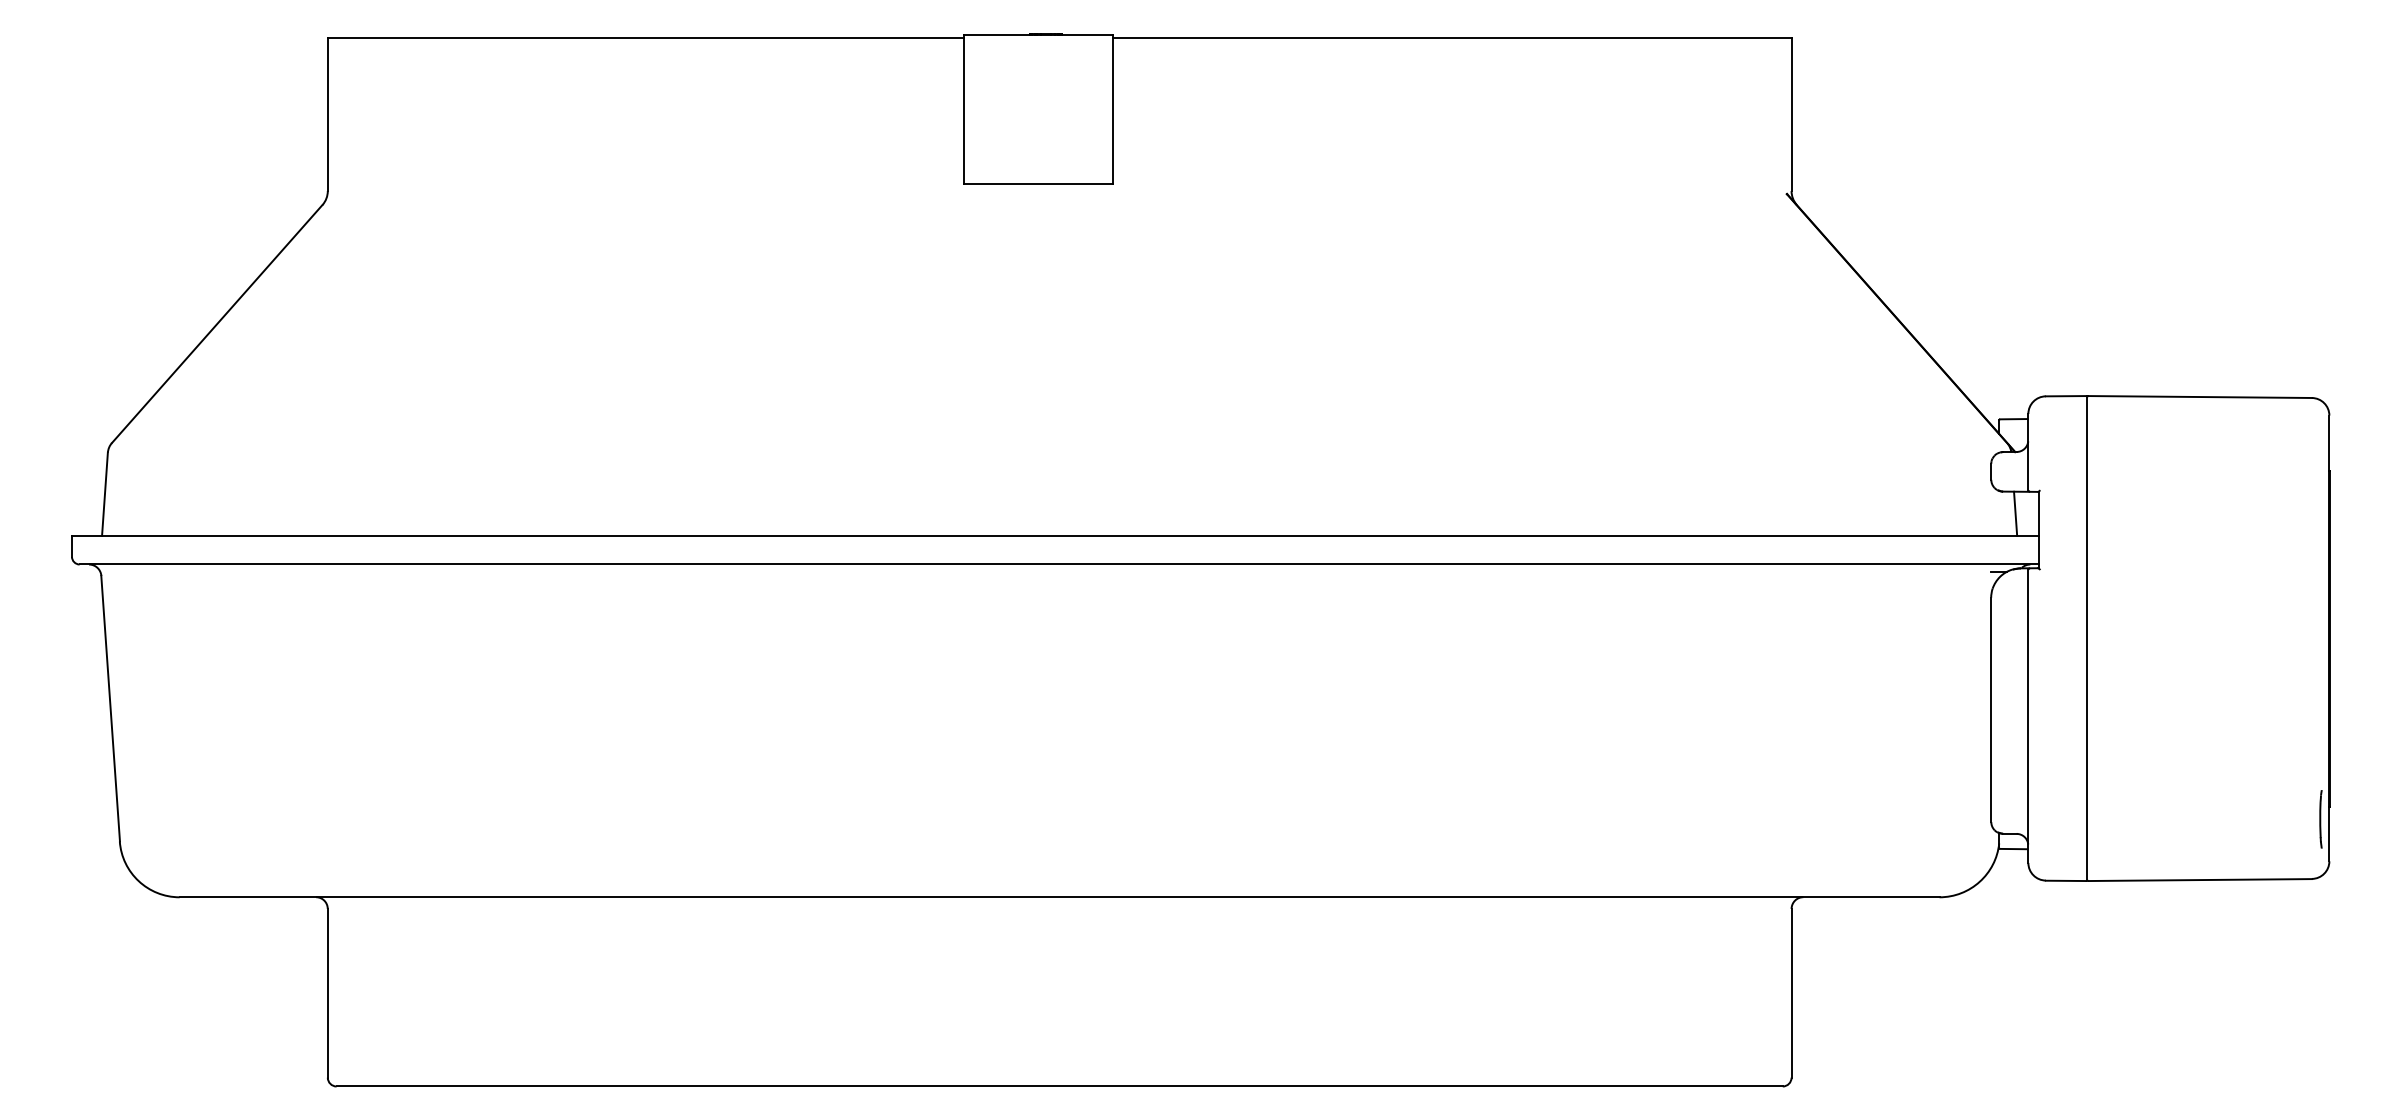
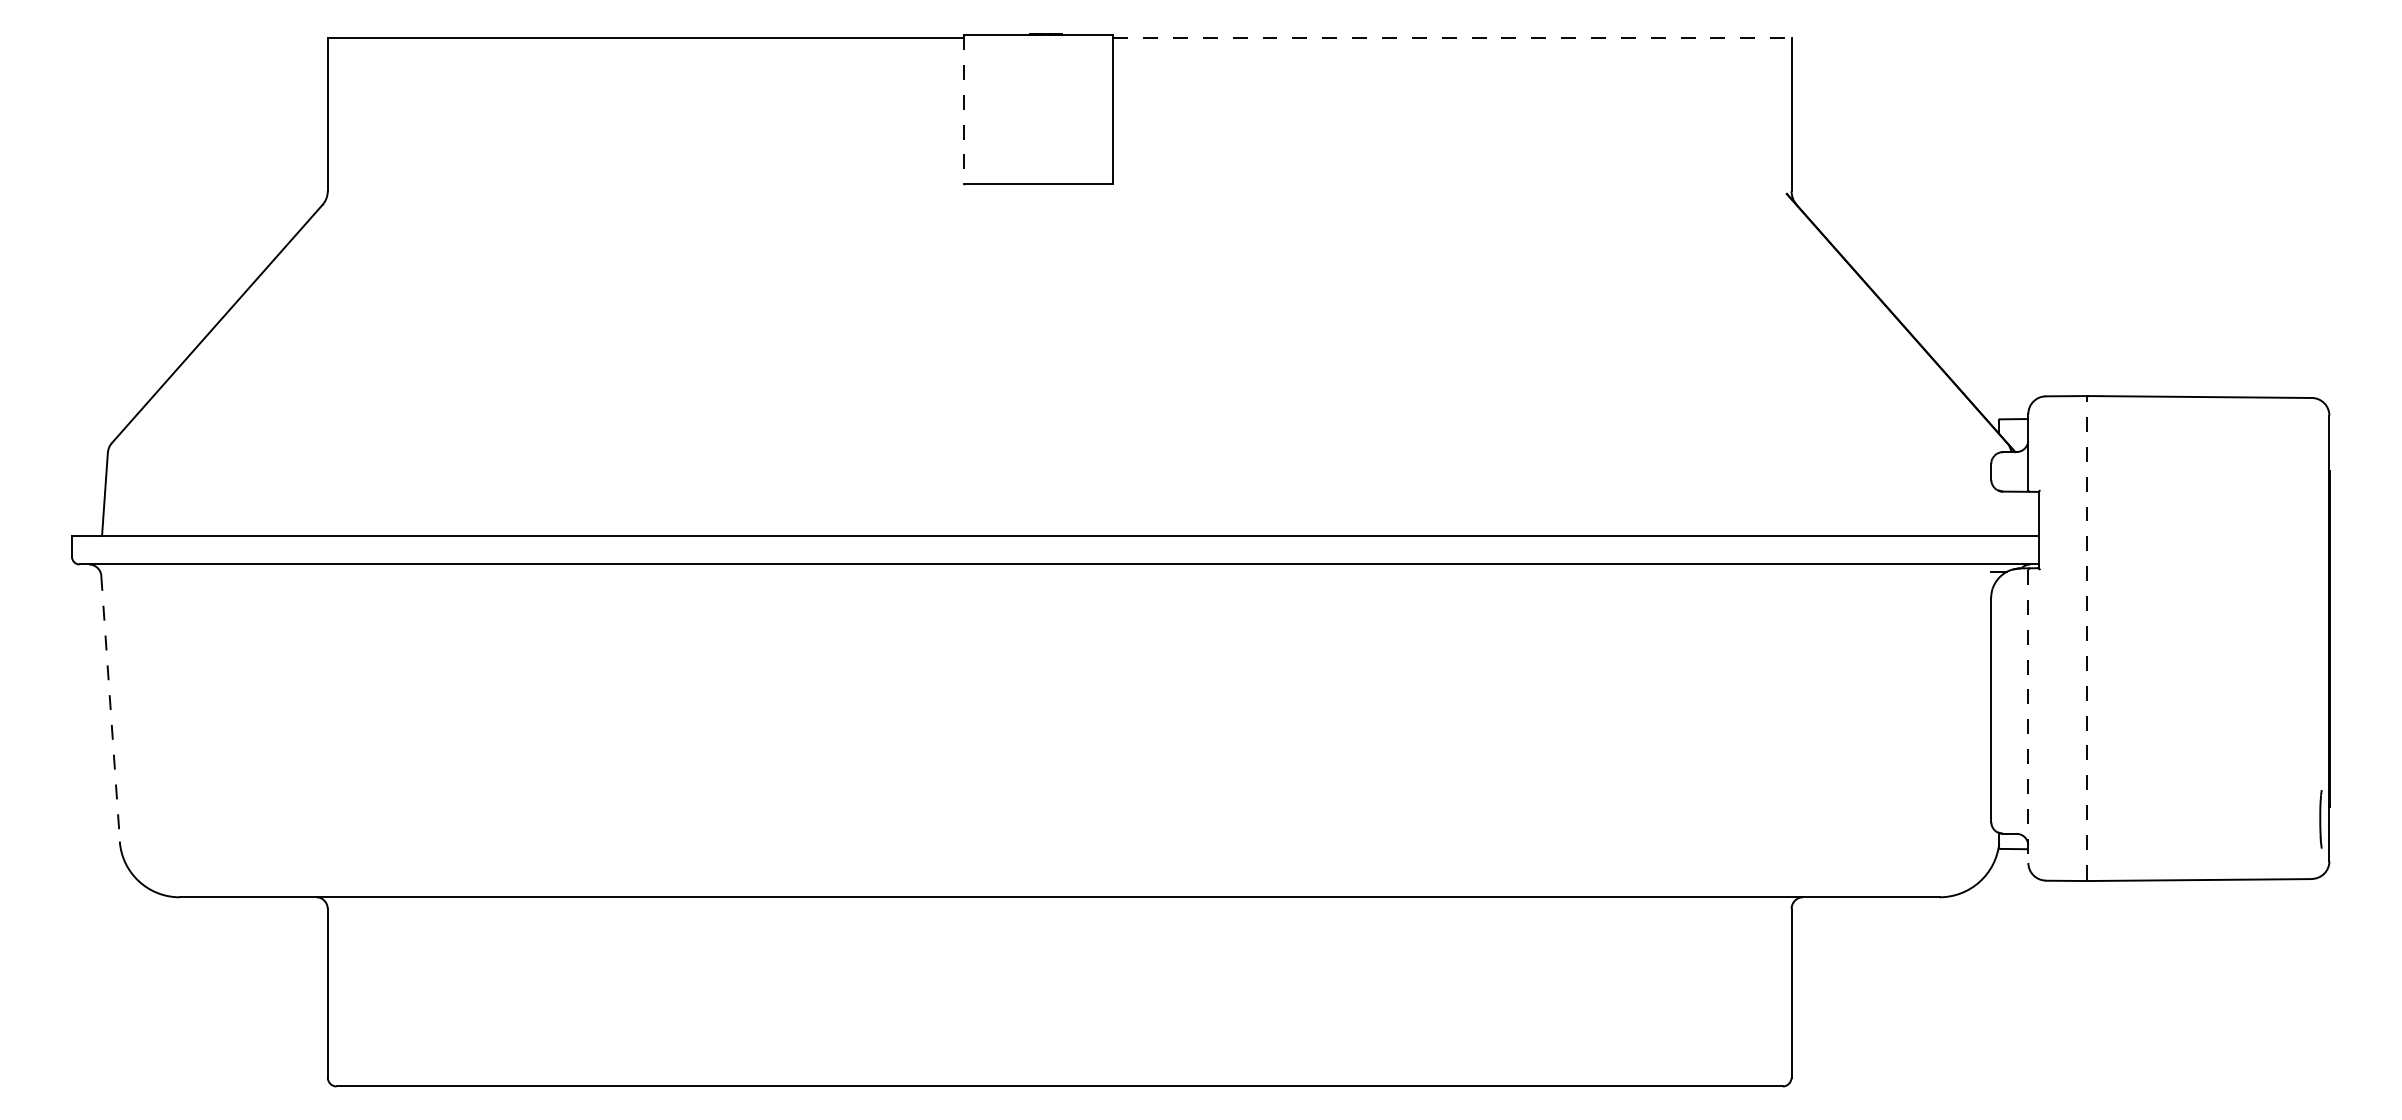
line at (1452, 37): solid -> dashed
line at (963, 109): solid -> dashed
line at (2015, 513): present -> none
line at (2087, 637): solid -> dashed
line at (110, 709): solid -> dashed
line at (2028, 716): solid -> dashed
